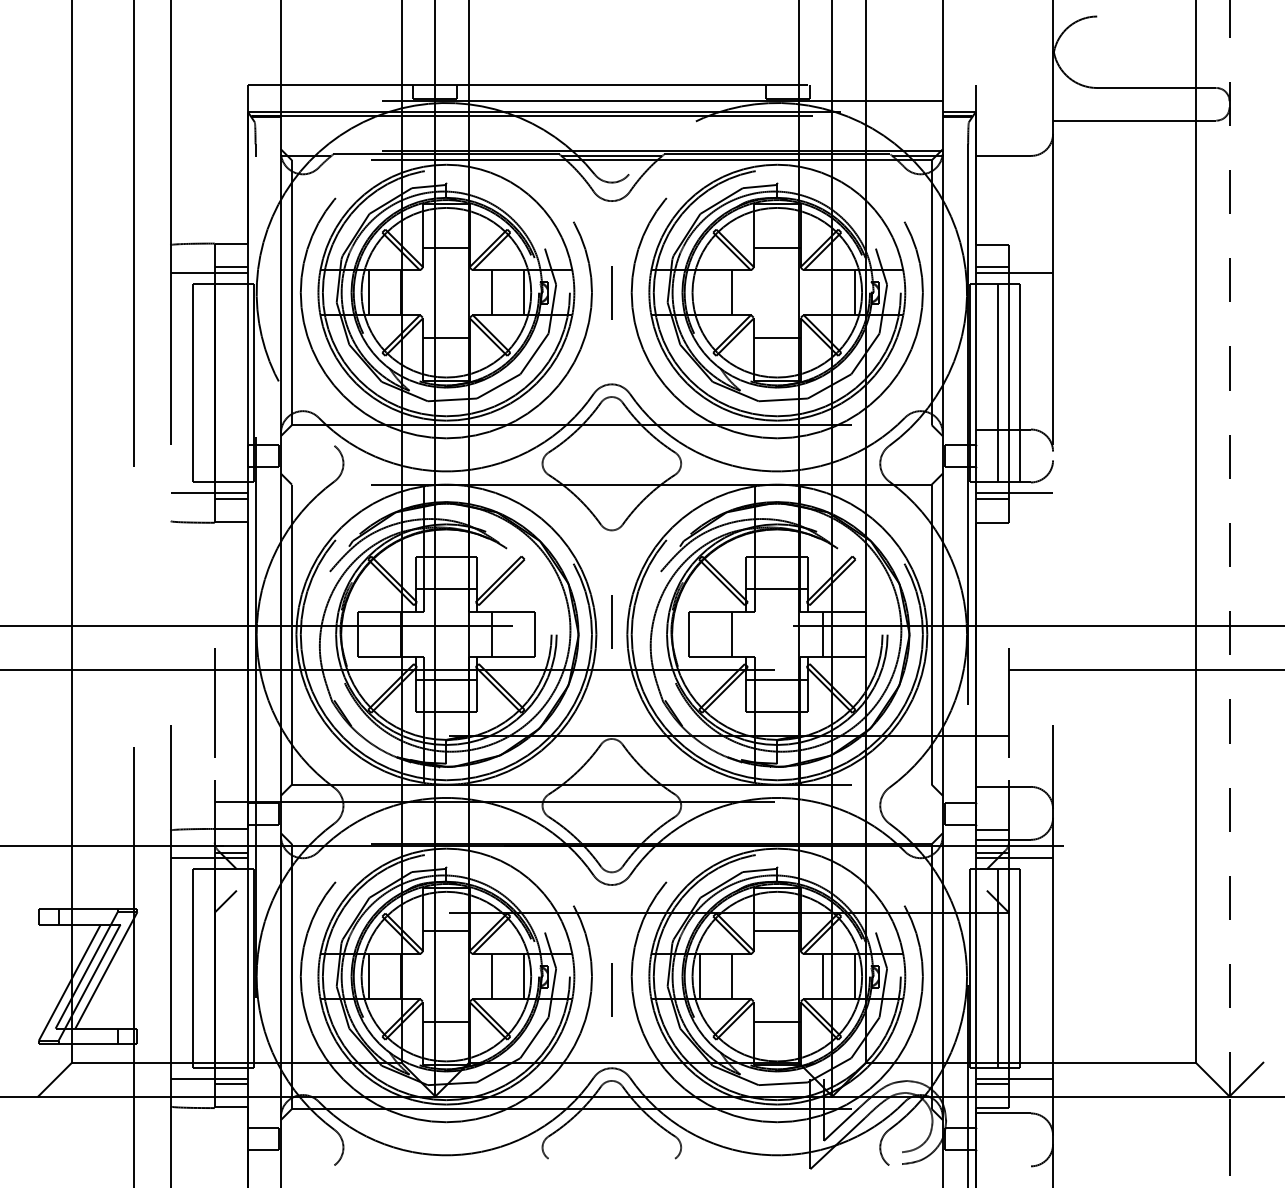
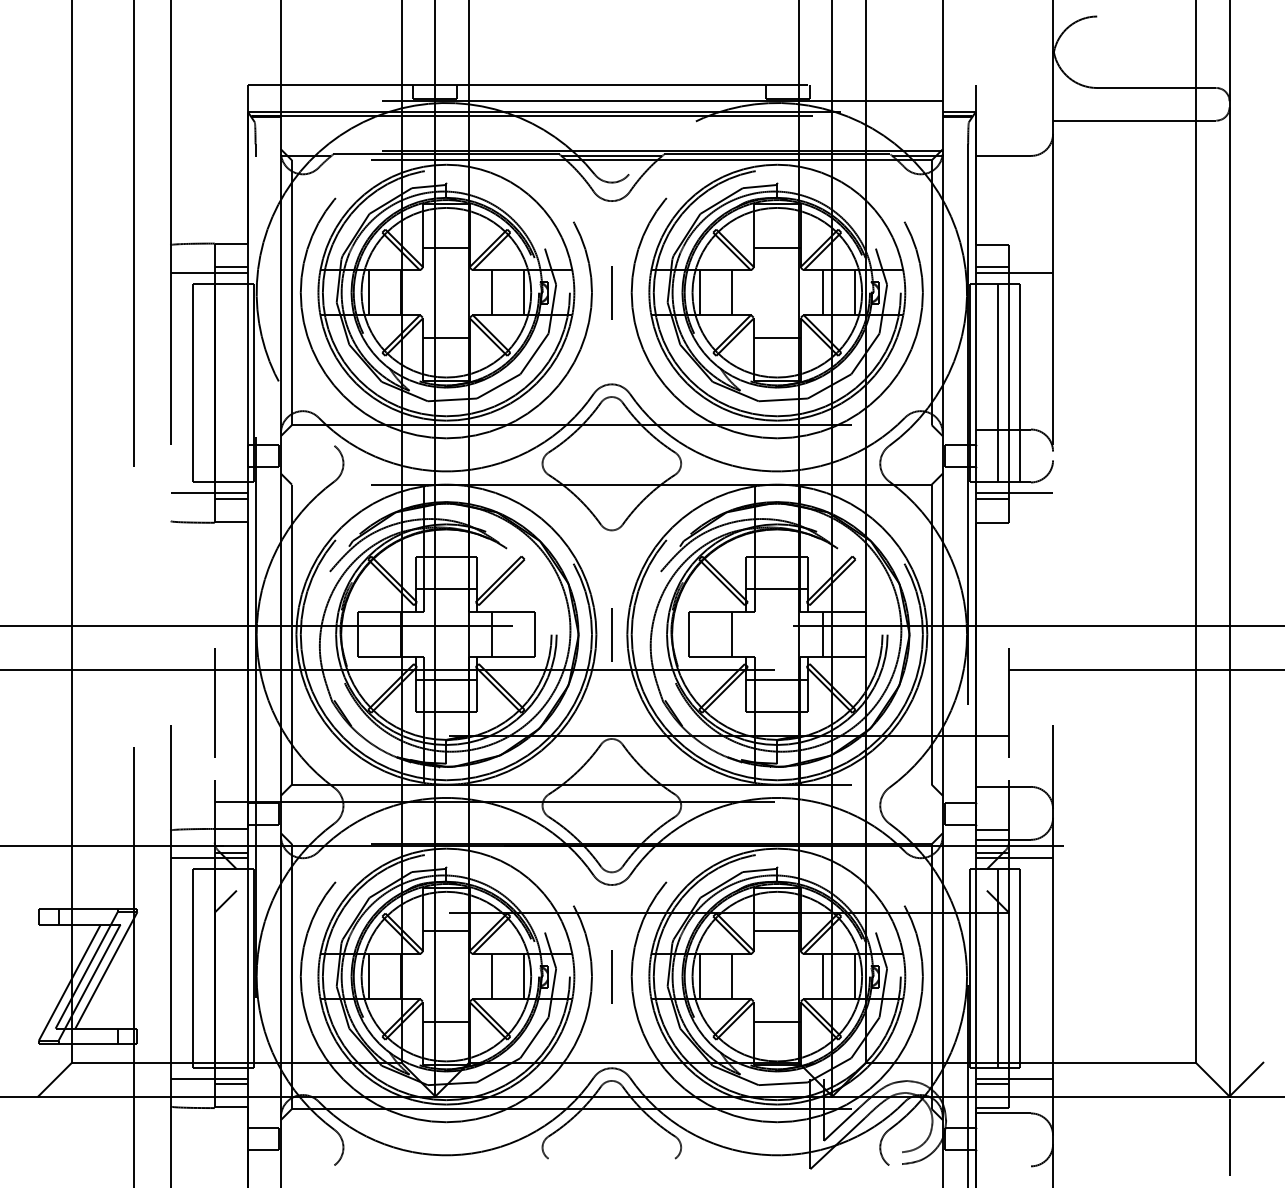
line at (699, 292): none -> present
line at (822, 292): none -> present
line at (1229, 548): dashed -> solid
line at (611, 621) position: (611, 621) -> (611, 634)
line at (611, 989) position: (611, 989) -> (611, 976)
